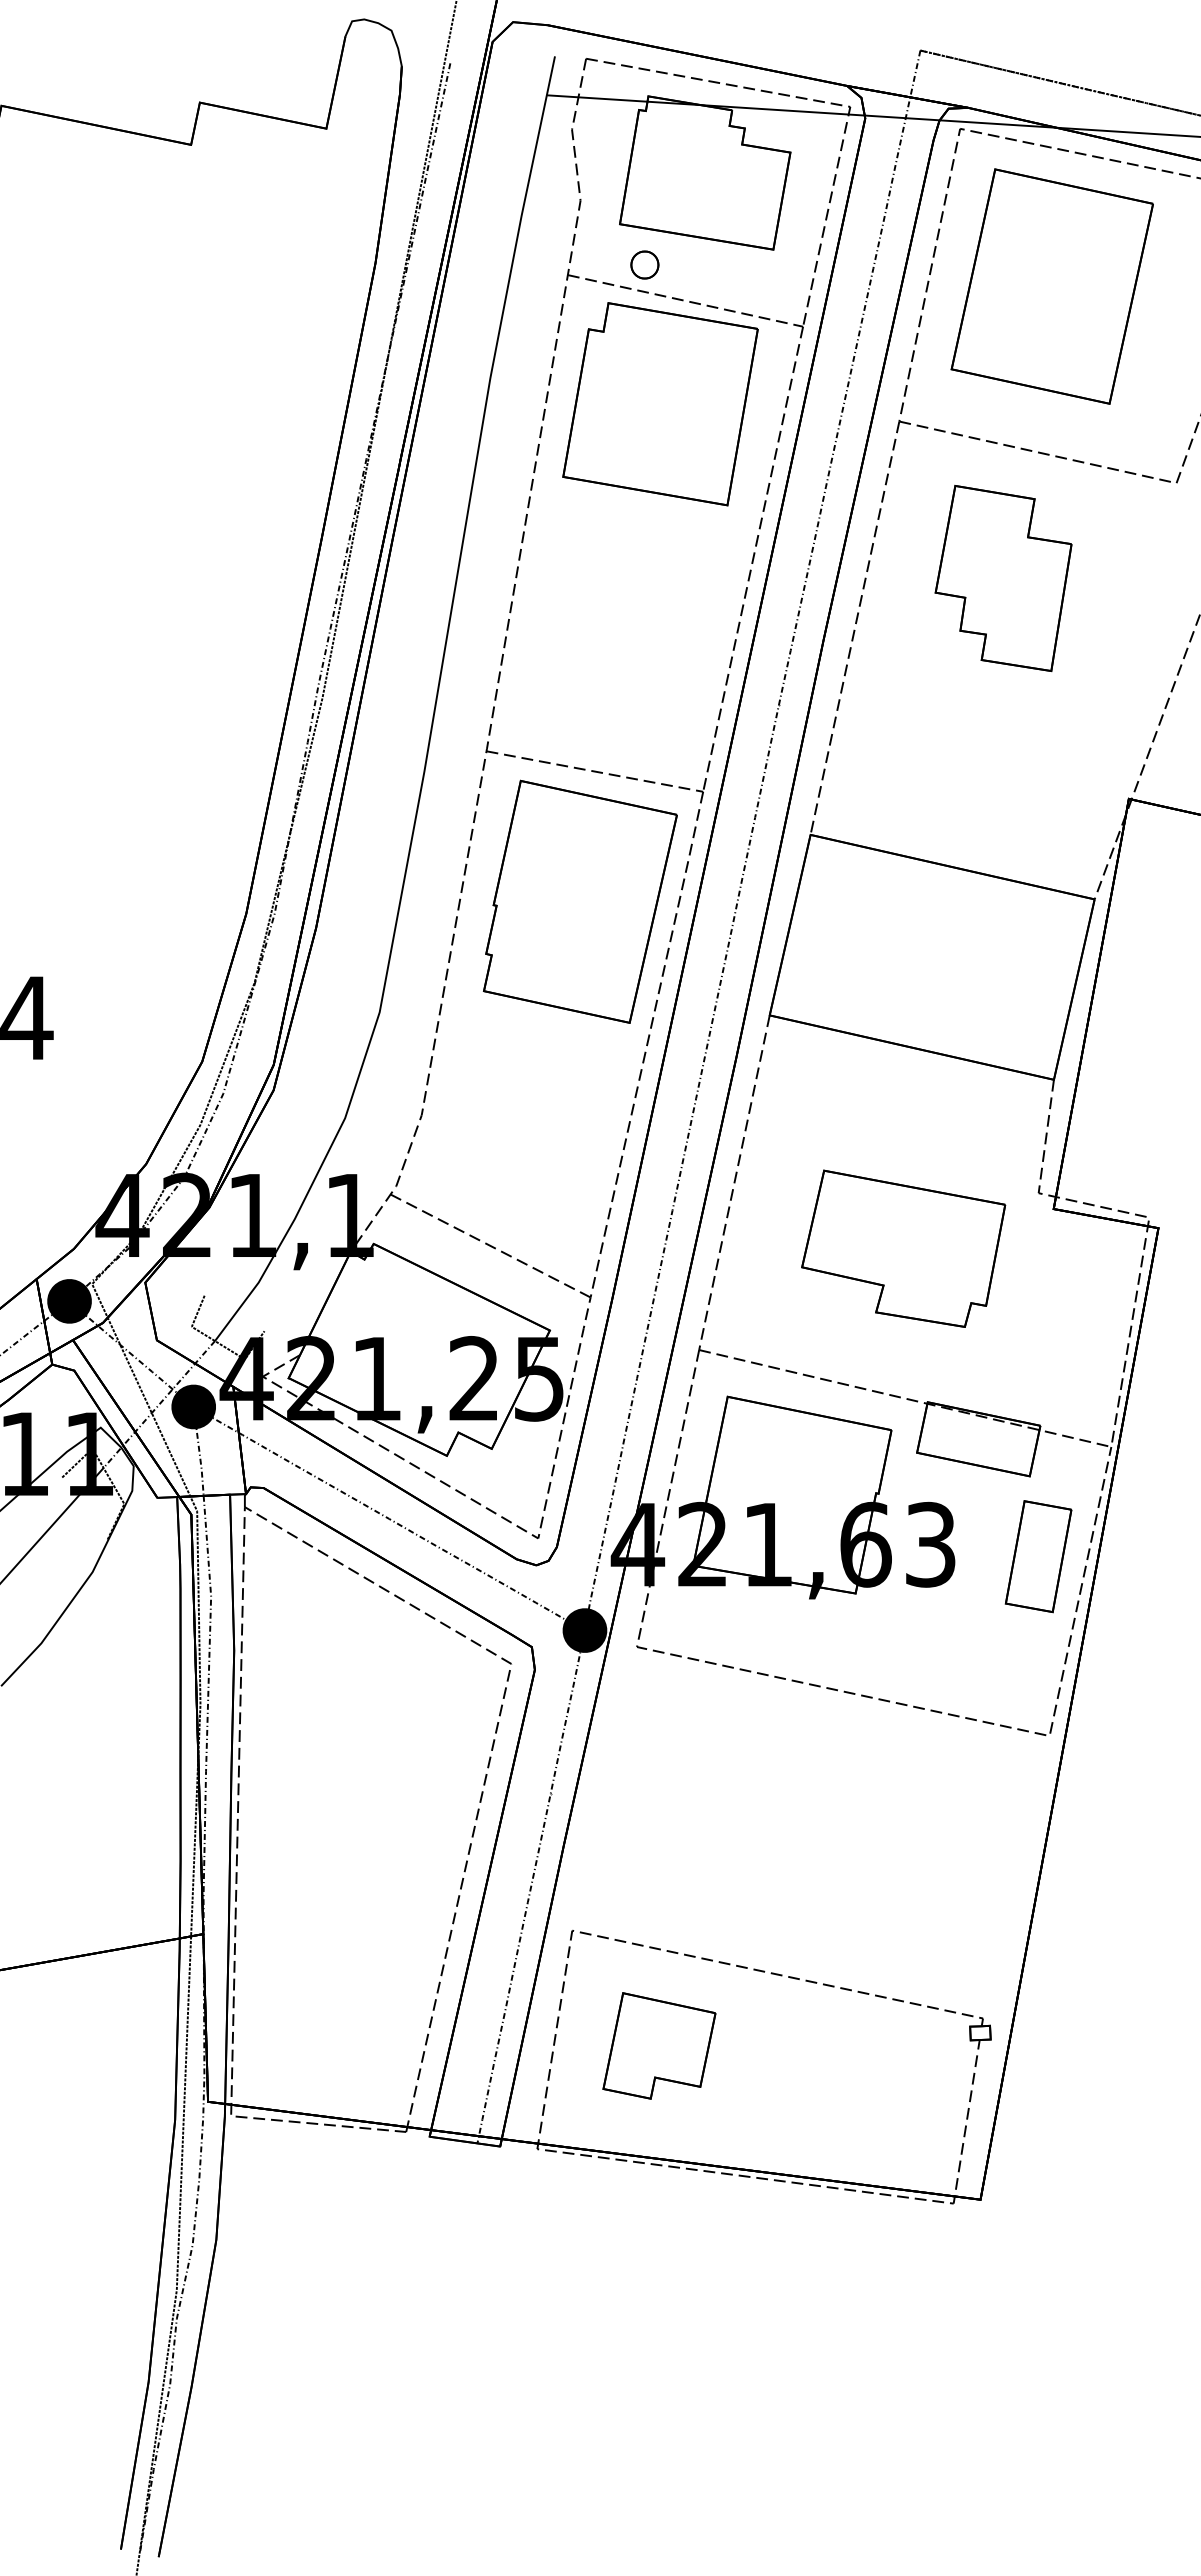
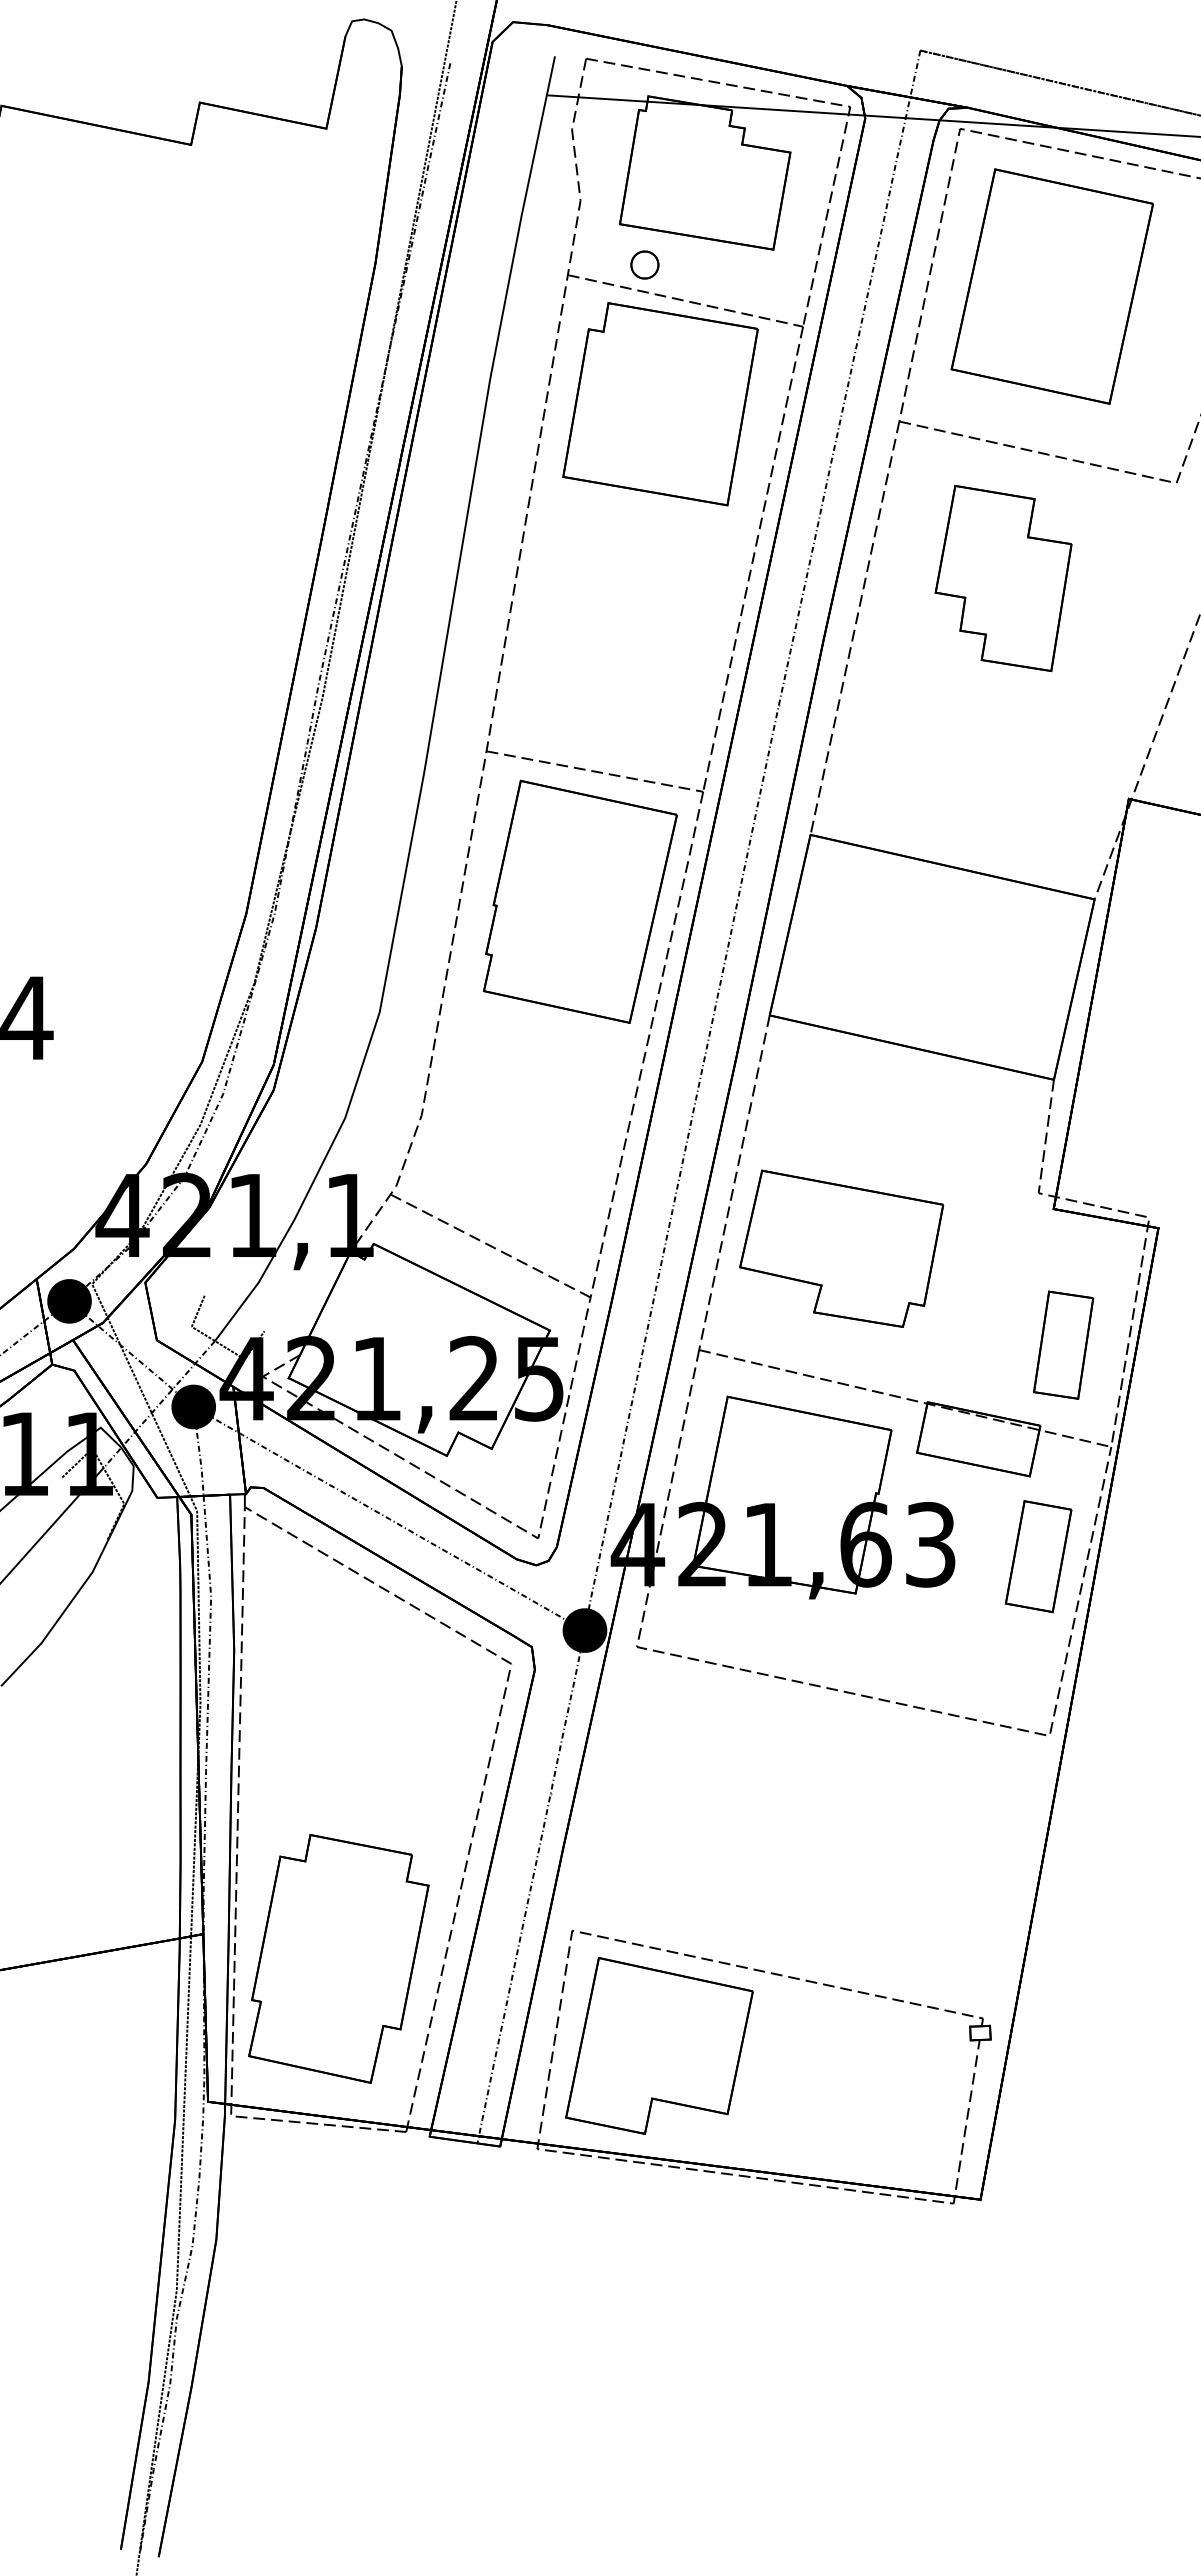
part at (903, 1248) position: (903, 1248) -> (841, 1248)
part at (1063, 1344): none -> present
part at (338, 1958): none -> present
part at (659, 2045) size: 115x108 px -> 189x178 px
